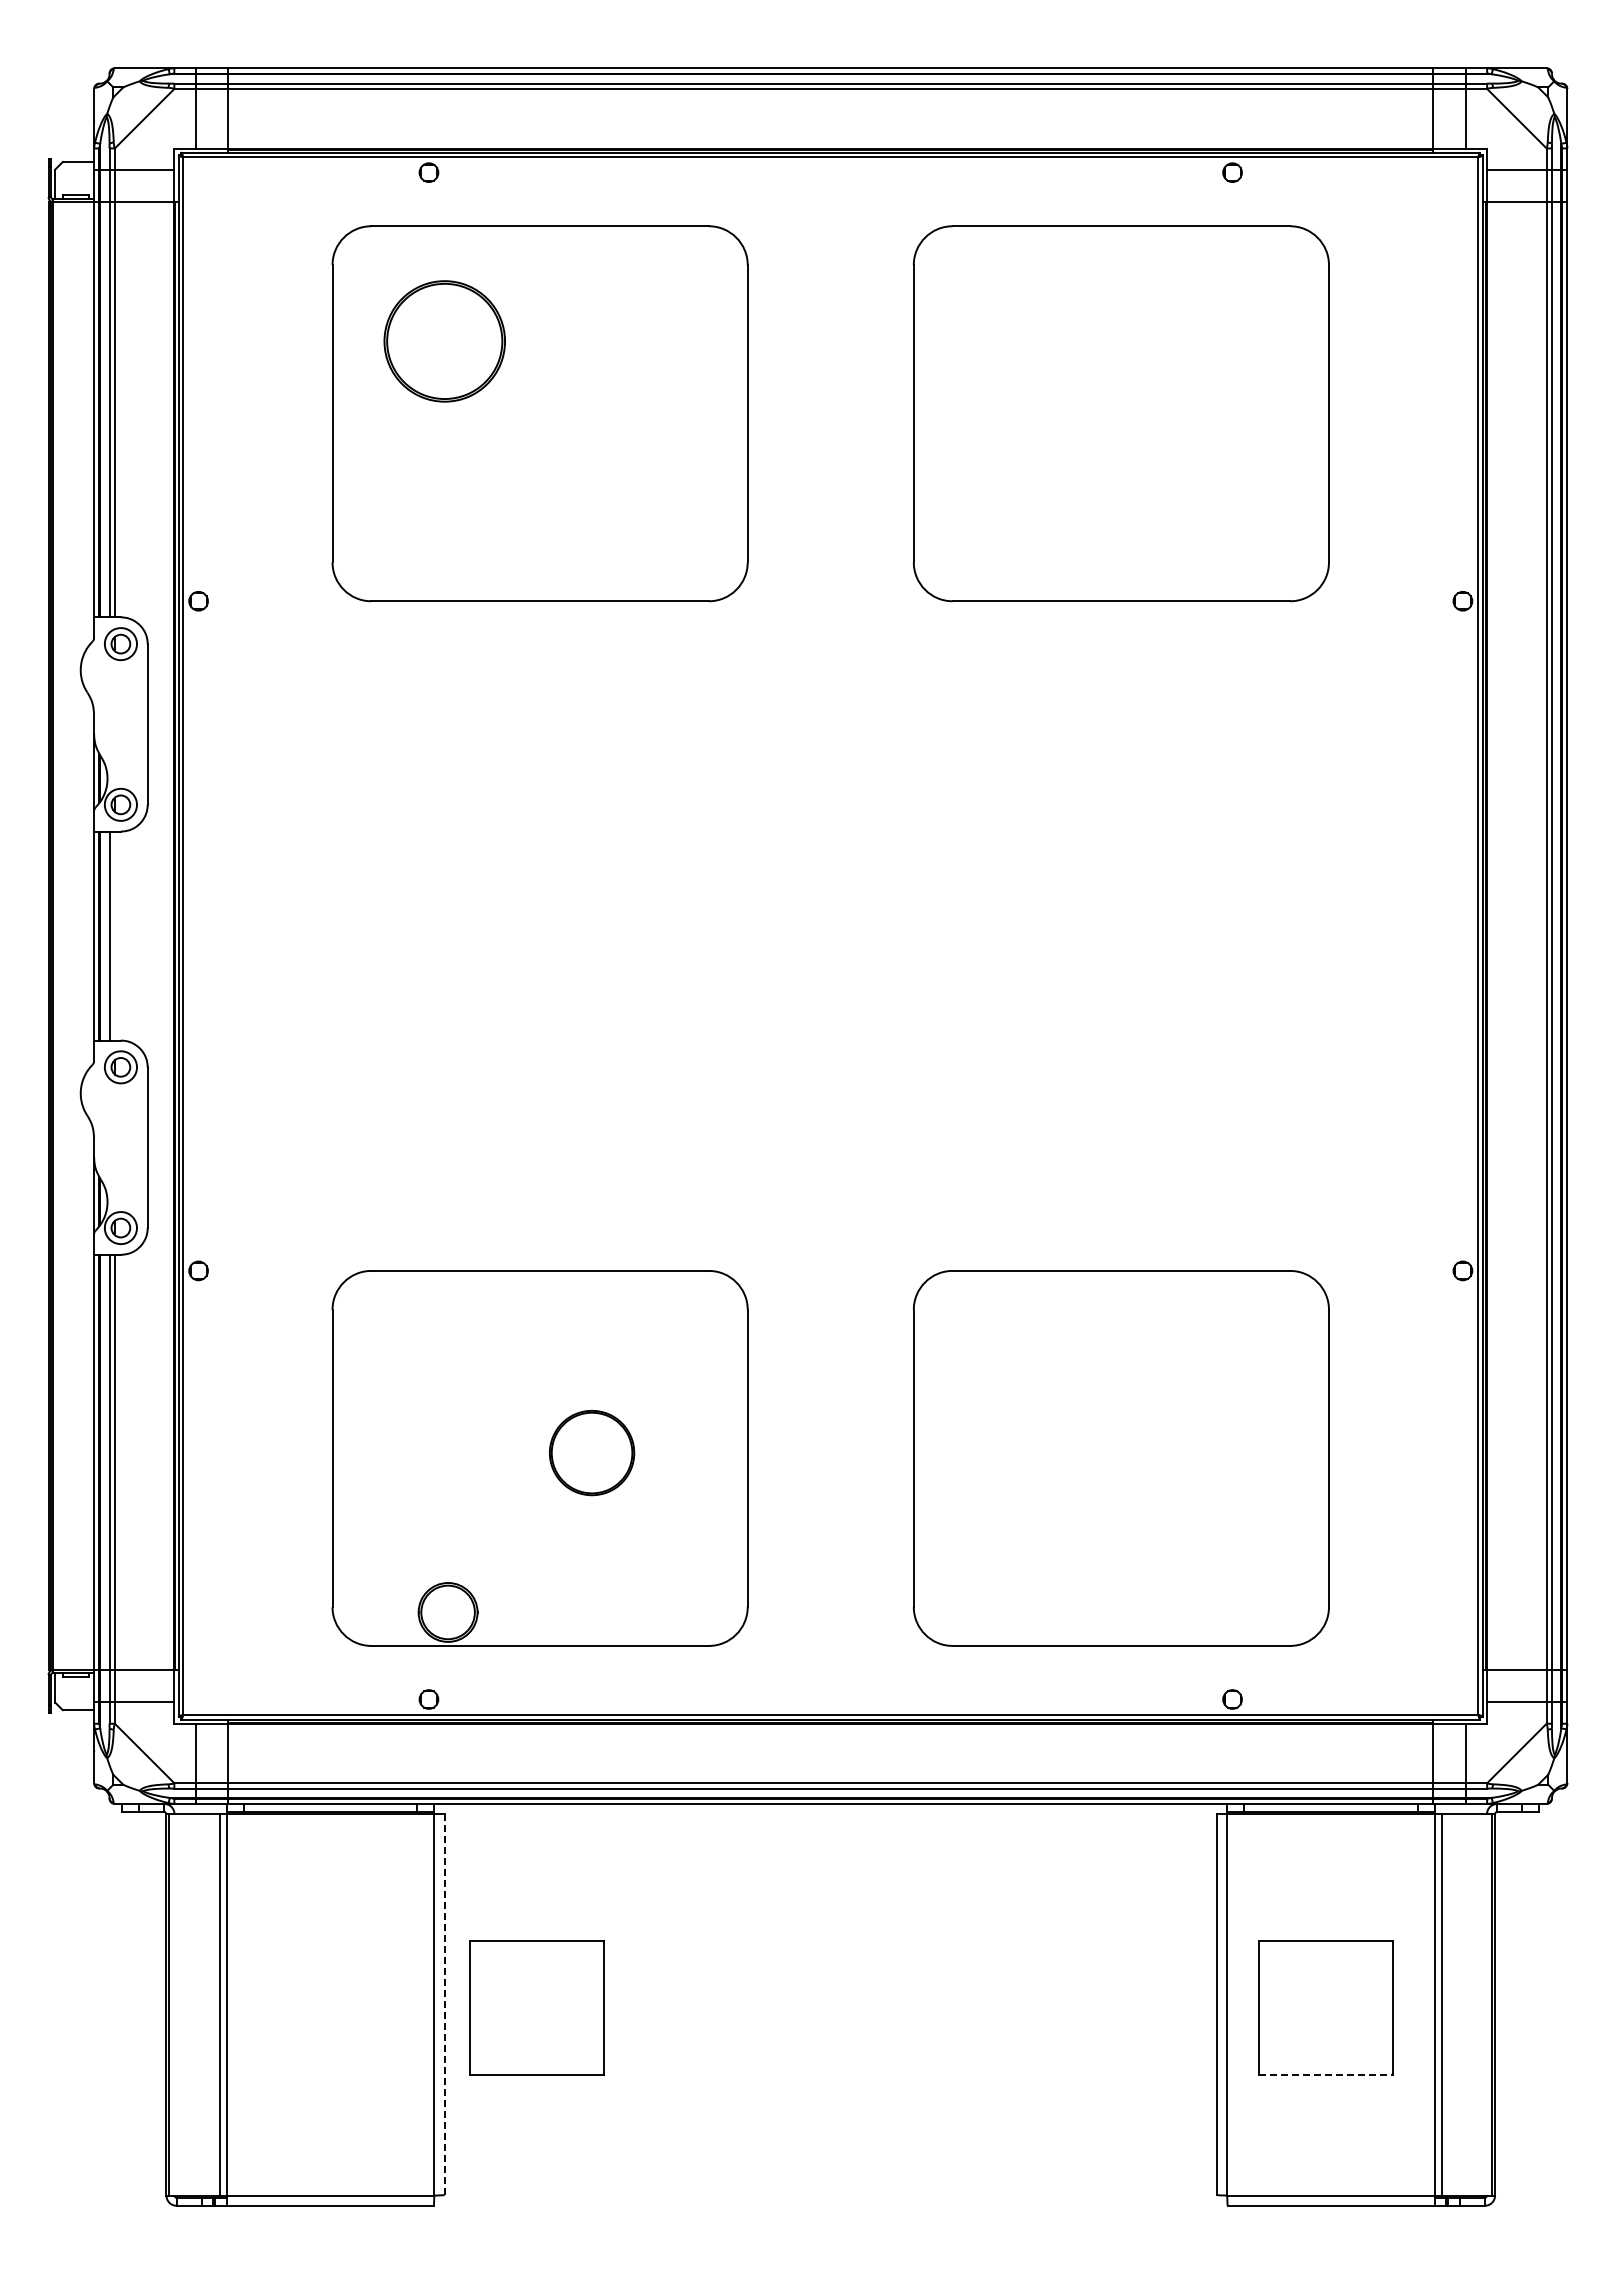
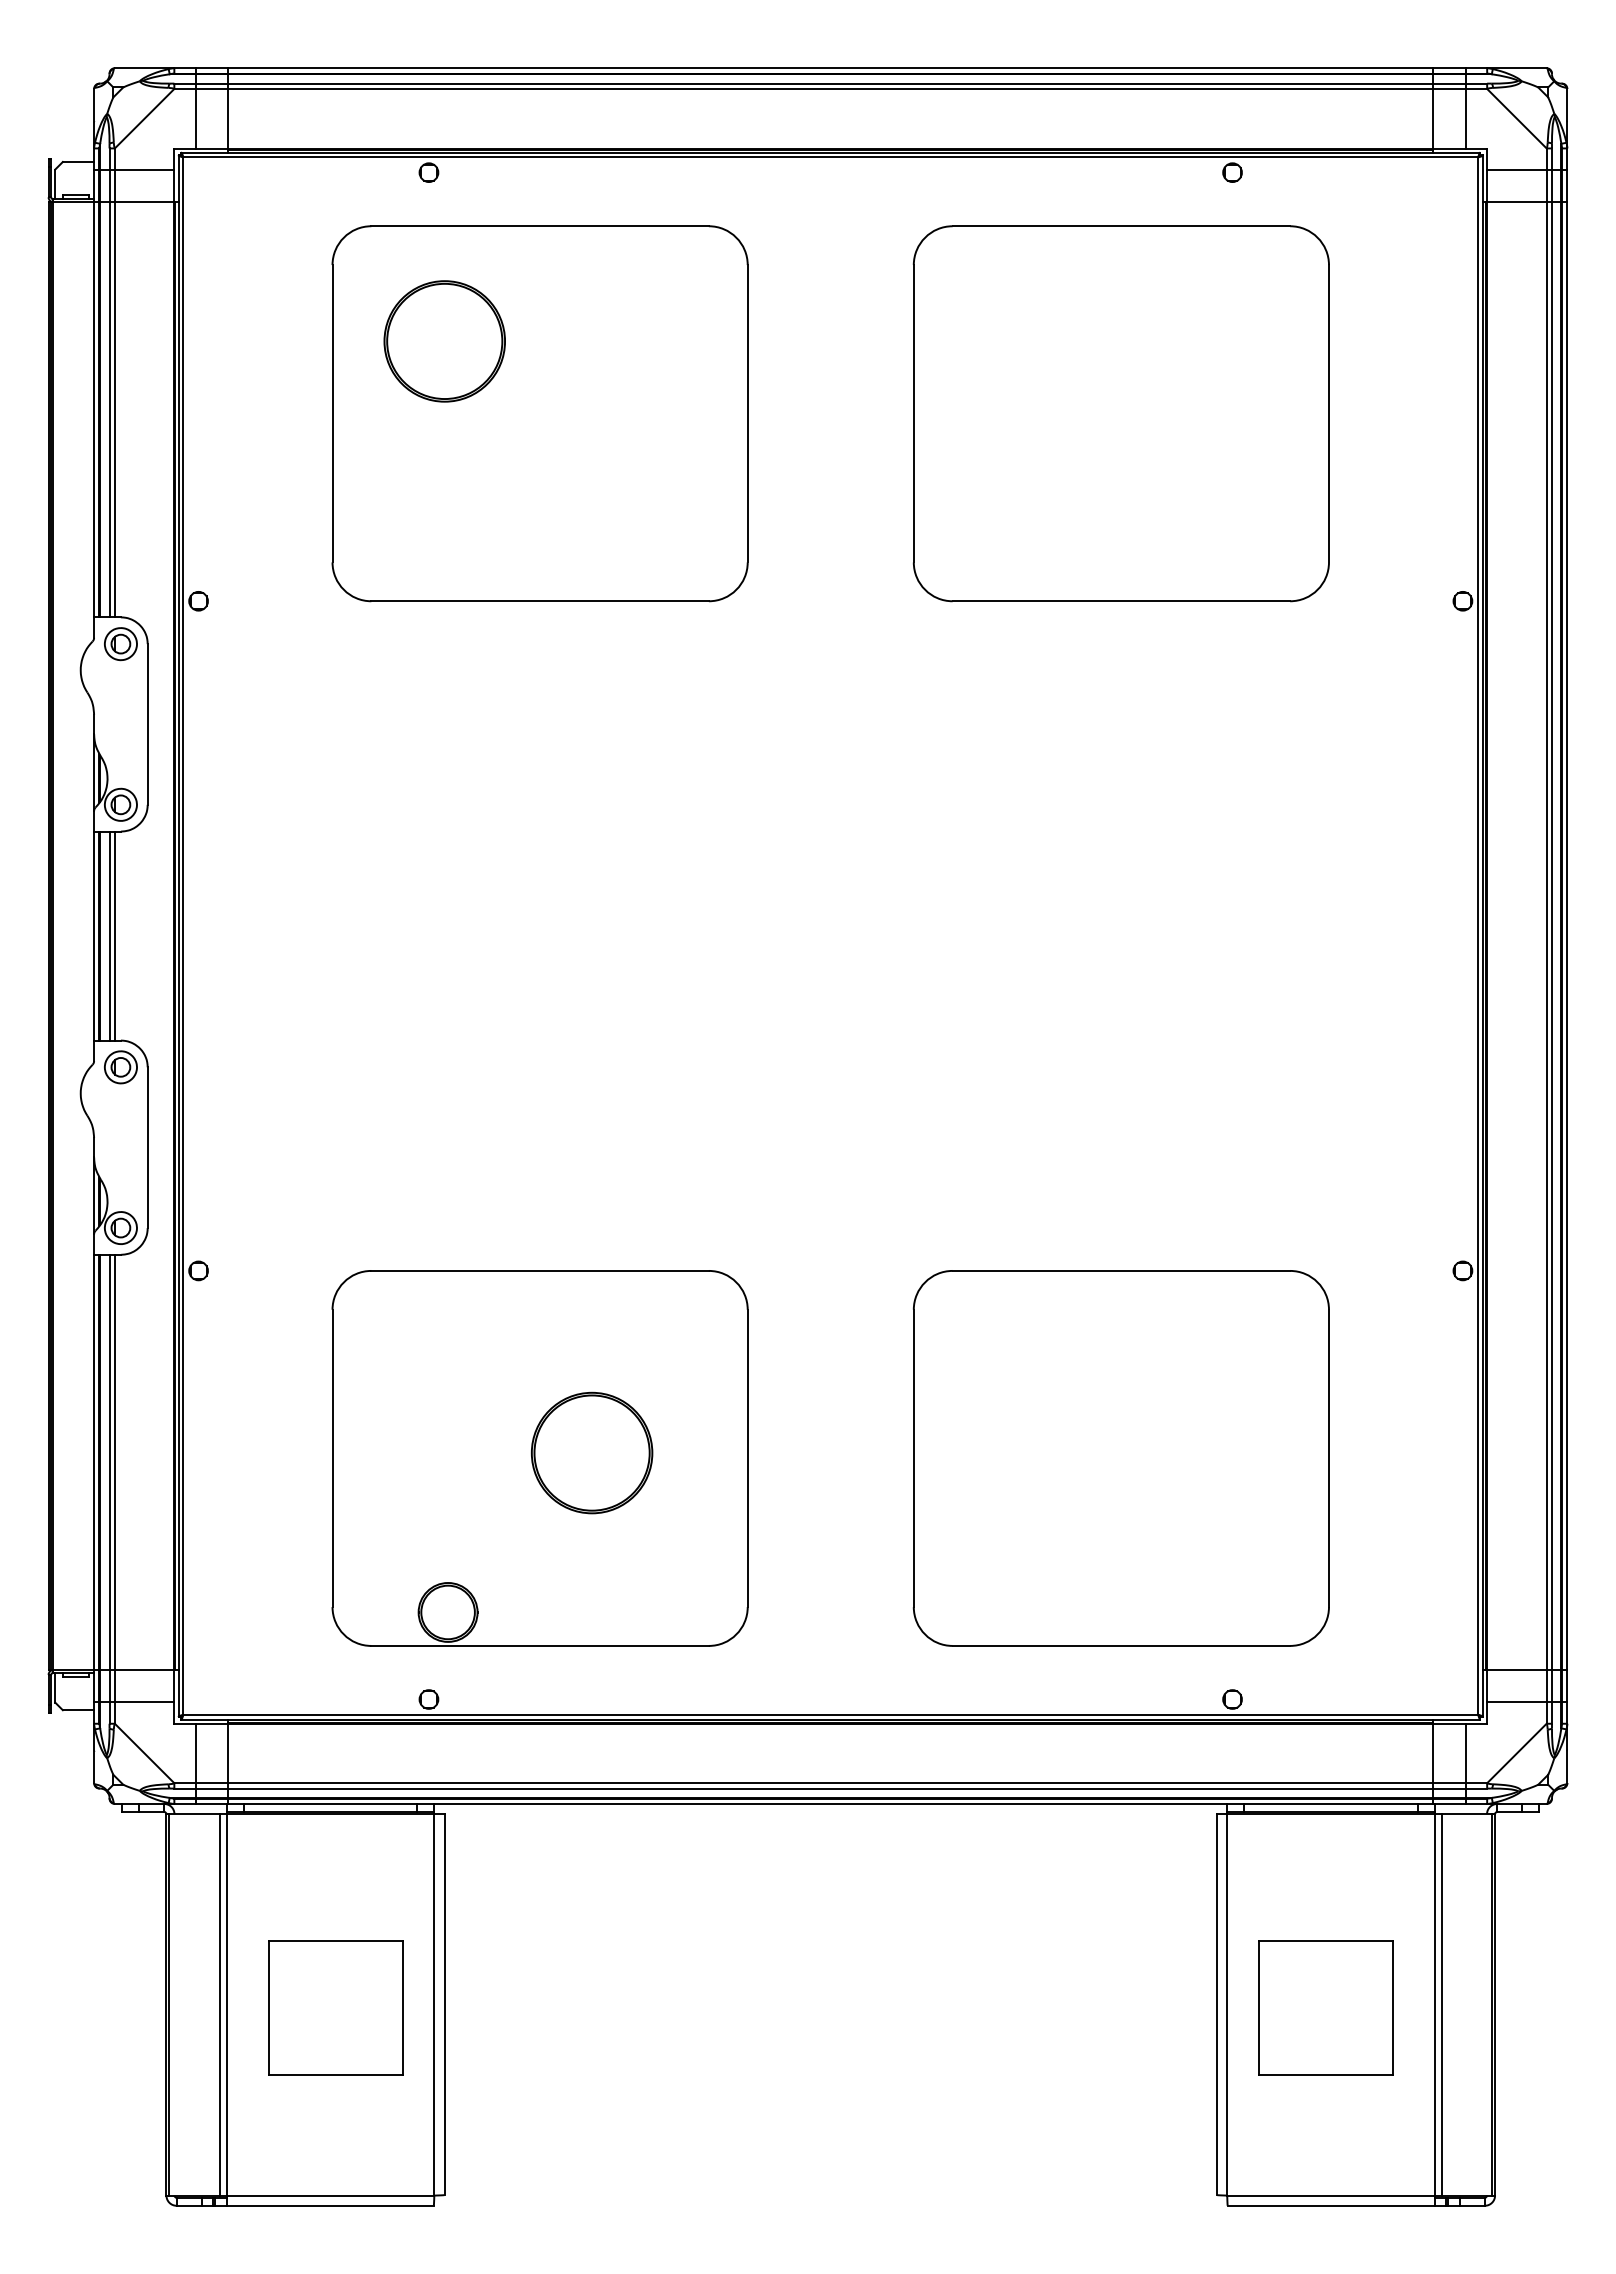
line at (114, 935): none -> present
part at (592, 1453) size: 87x87 px -> 124x124 px
line at (444, 2004): dashed -> solid
part at (536, 2007) position: (536, 2007) -> (335, 2007)
line at (1325, 2074): dashed -> solid
